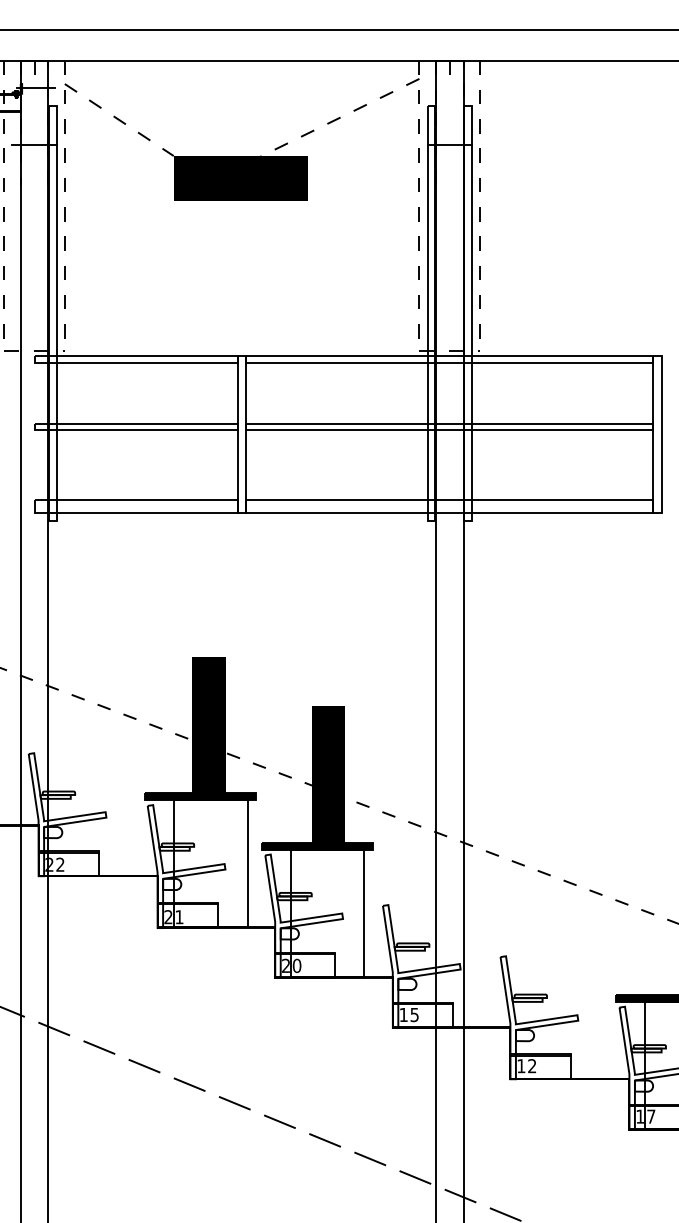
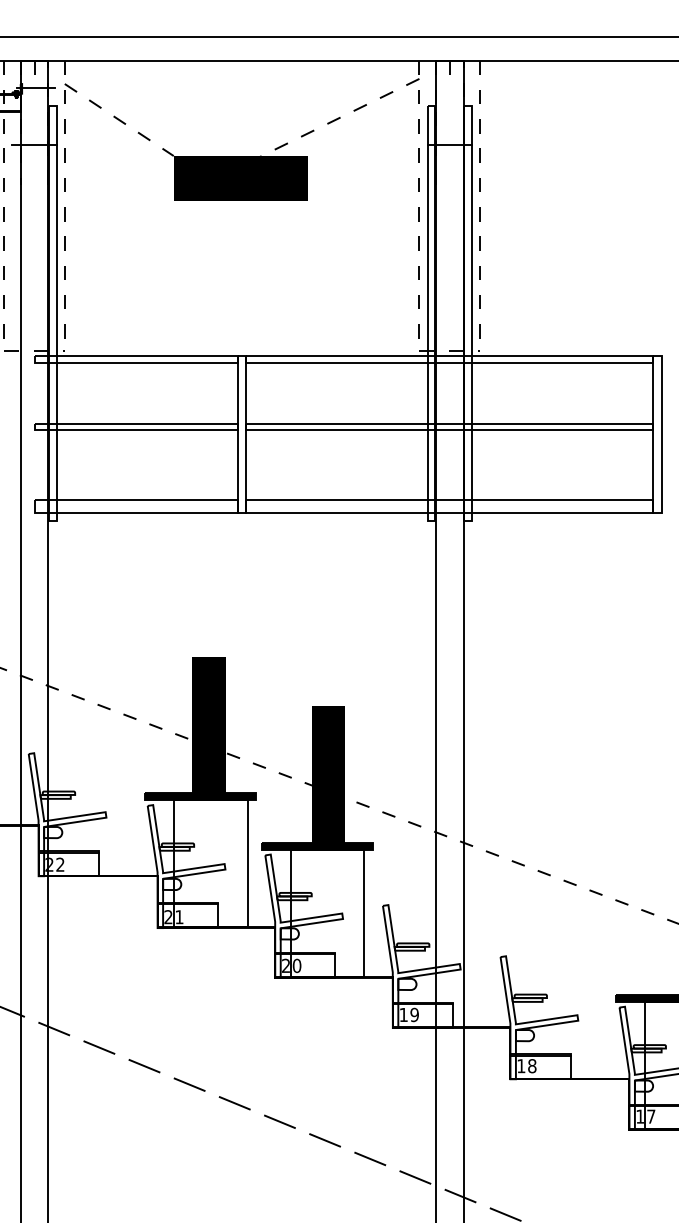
line at (338, 29) position: (338, 29) -> (338, 36)
text at (414, 1014): 15 -> 19
text at (532, 1066): 12 -> 18
